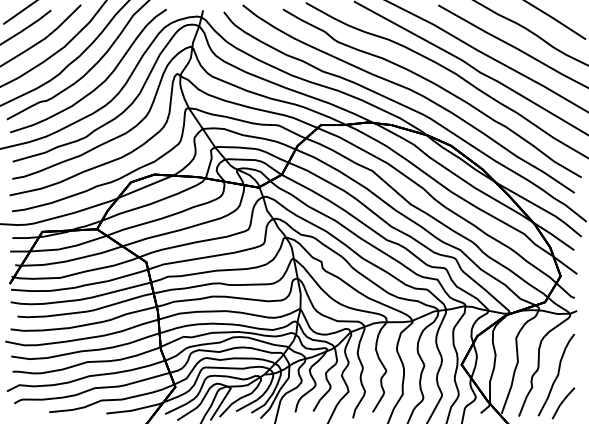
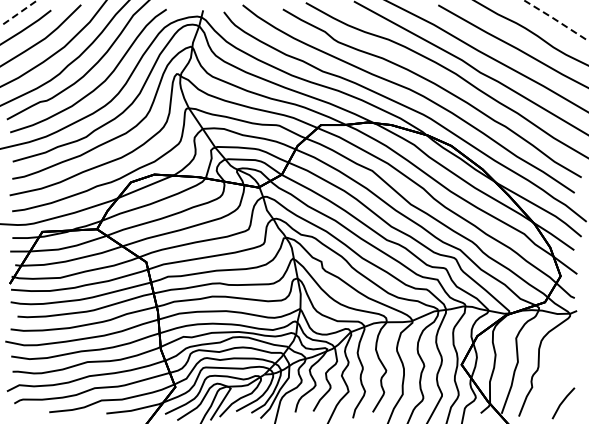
line at (20, 12): solid -> dashed
line at (554, 19): solid -> dashed
curve at (556, 375): present -> none
